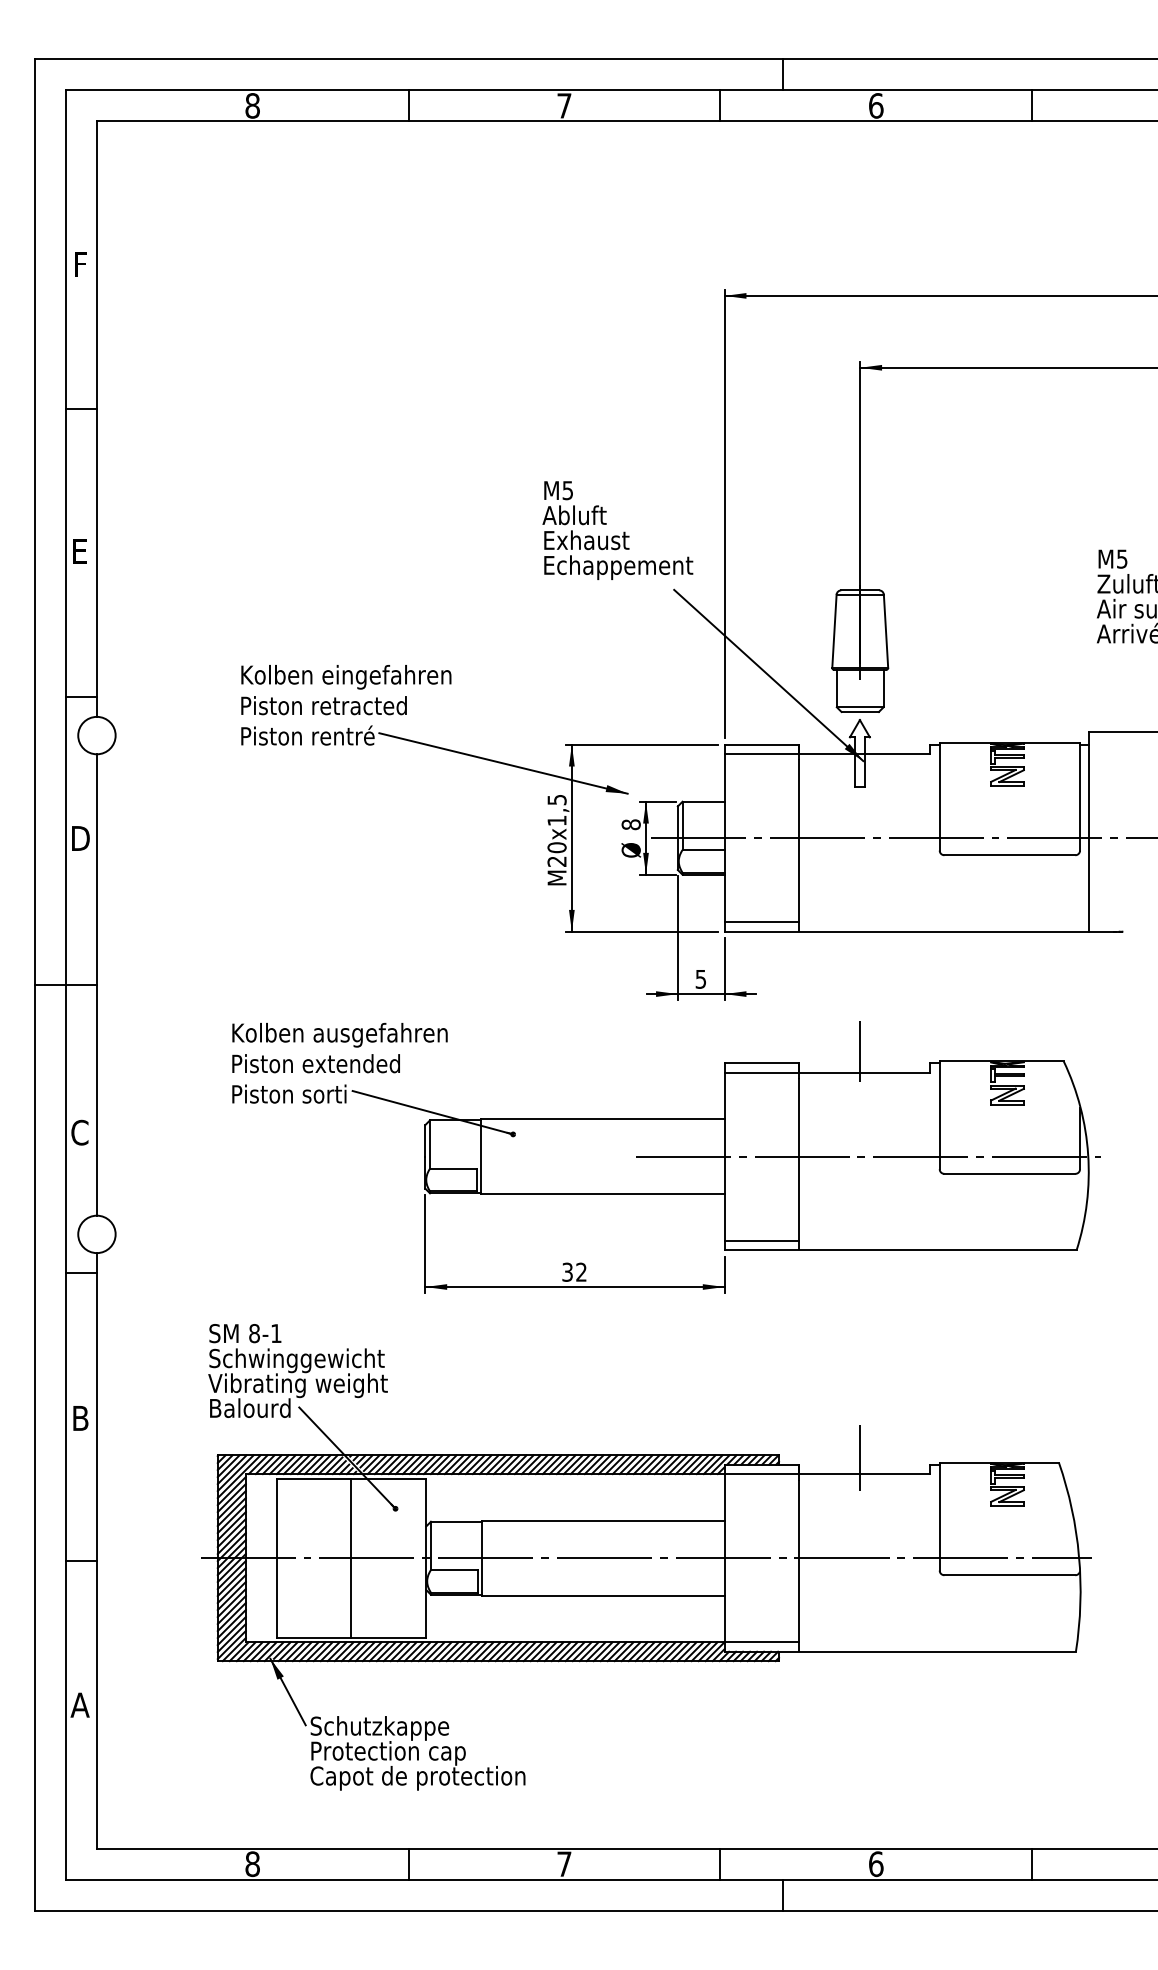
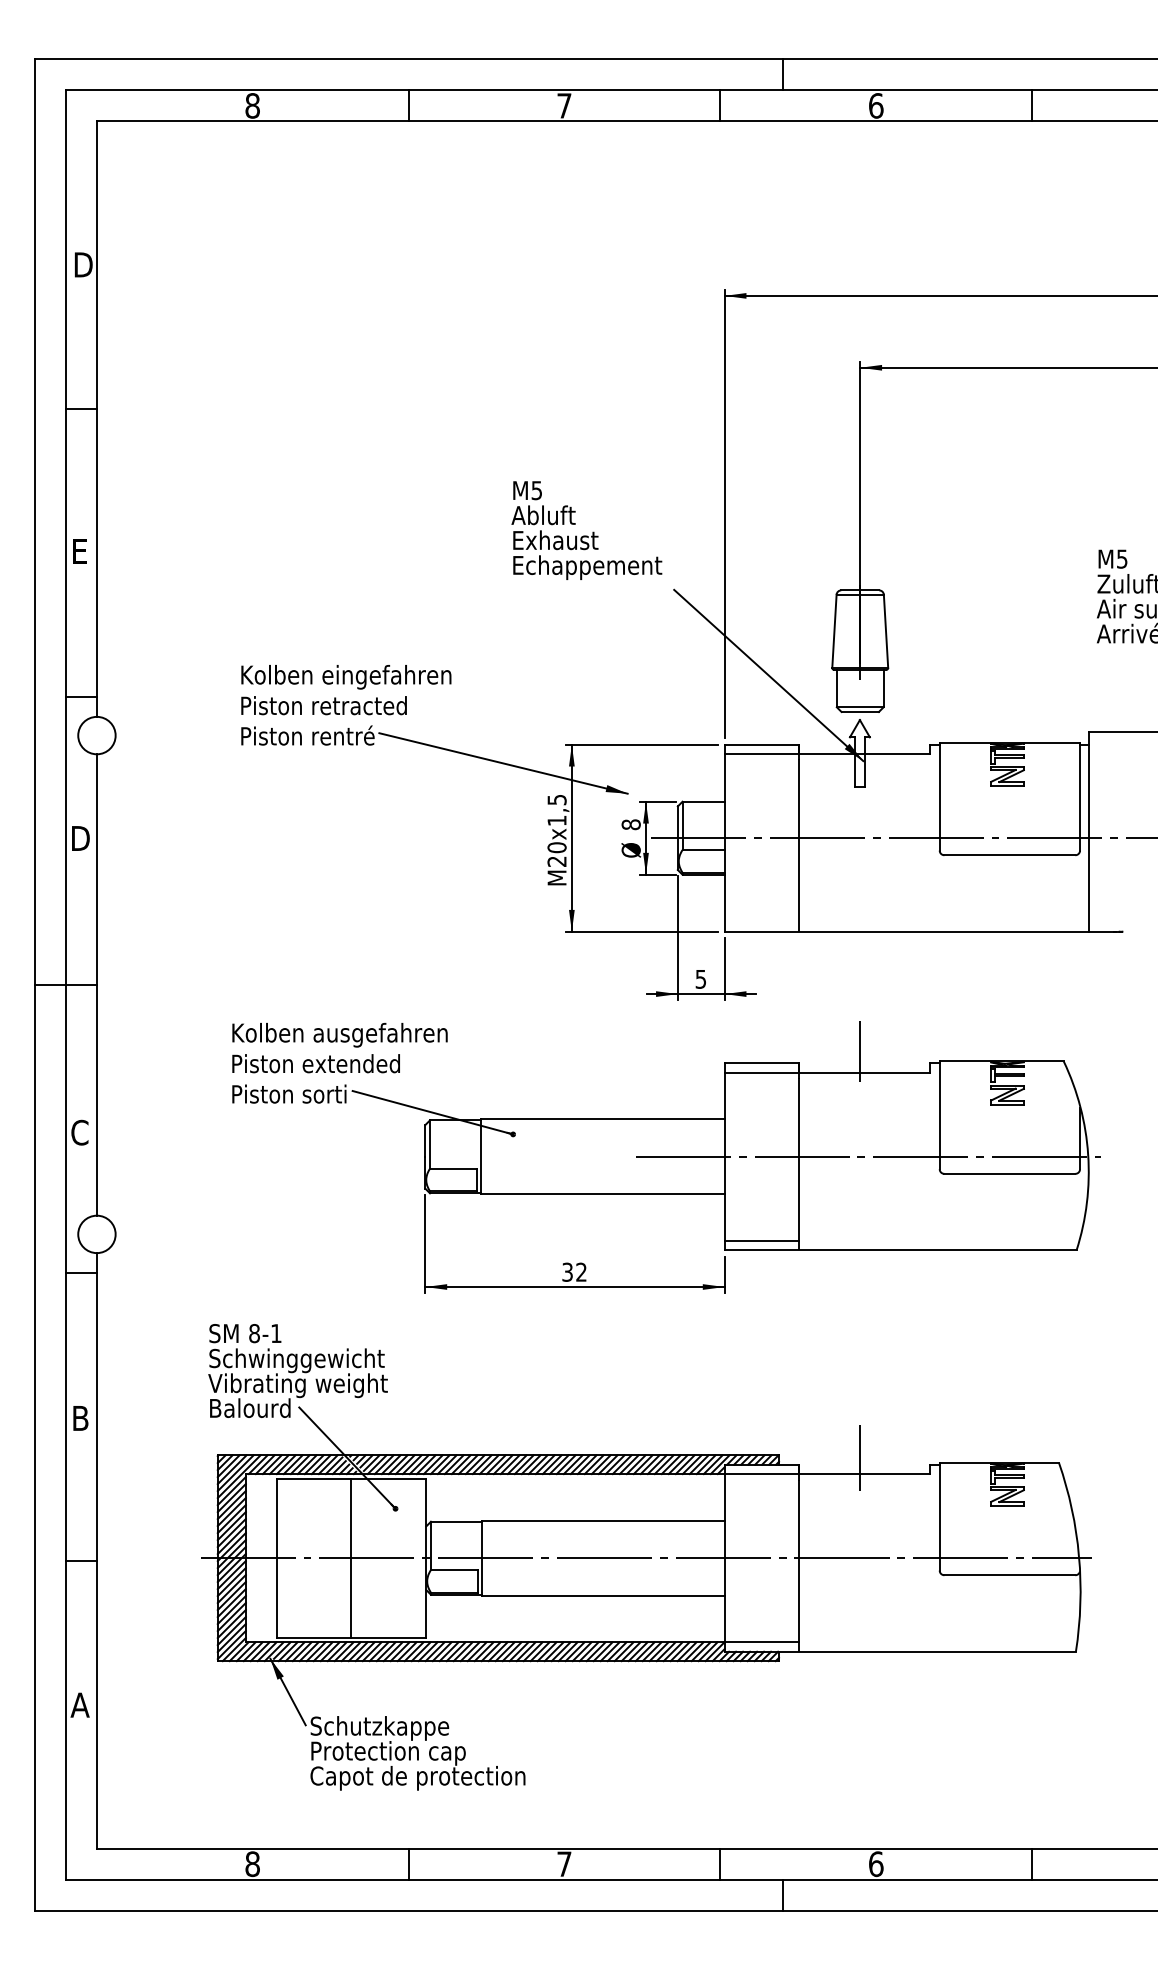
text at (83, 264): F -> D
part at (617, 530) position: (617, 530) -> (586, 530)
line at (761, 922): present -> none
